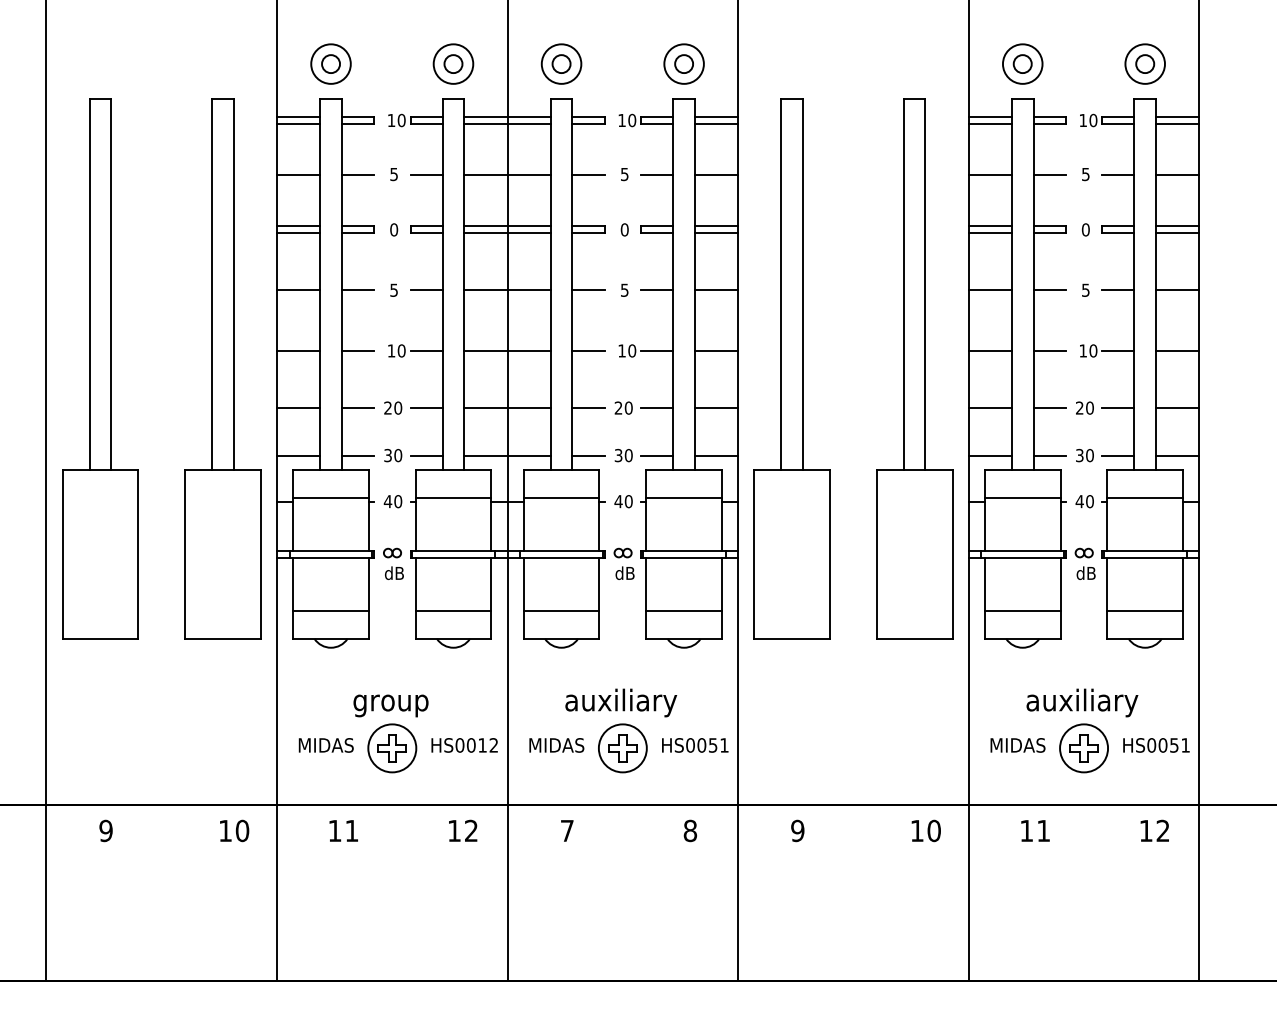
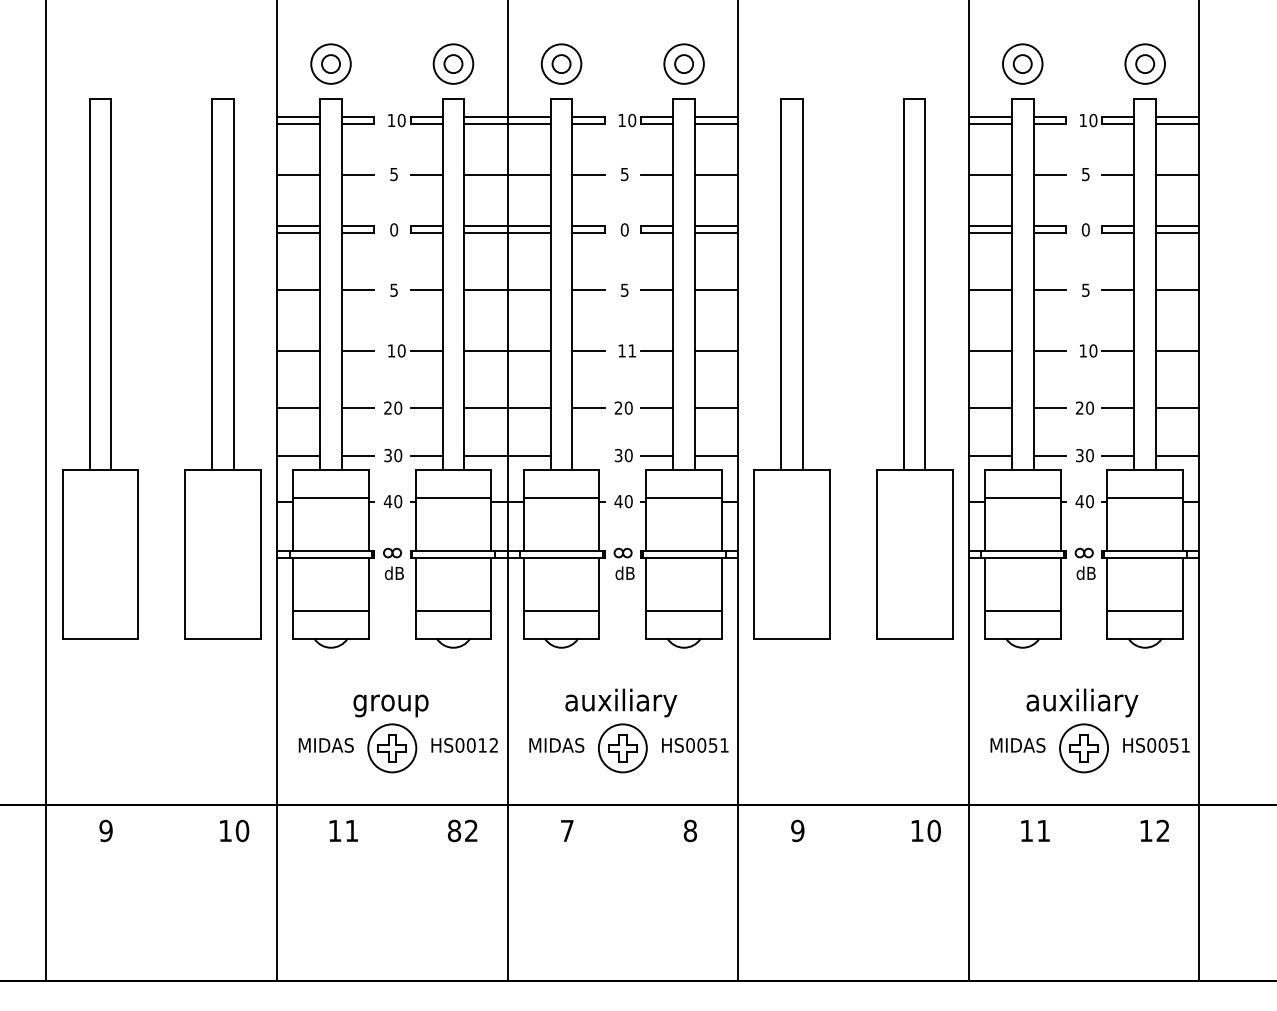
text at (632, 350): 10 -> 11
line at (588, 455): present -> none
text at (454, 830): 12 -> 82
